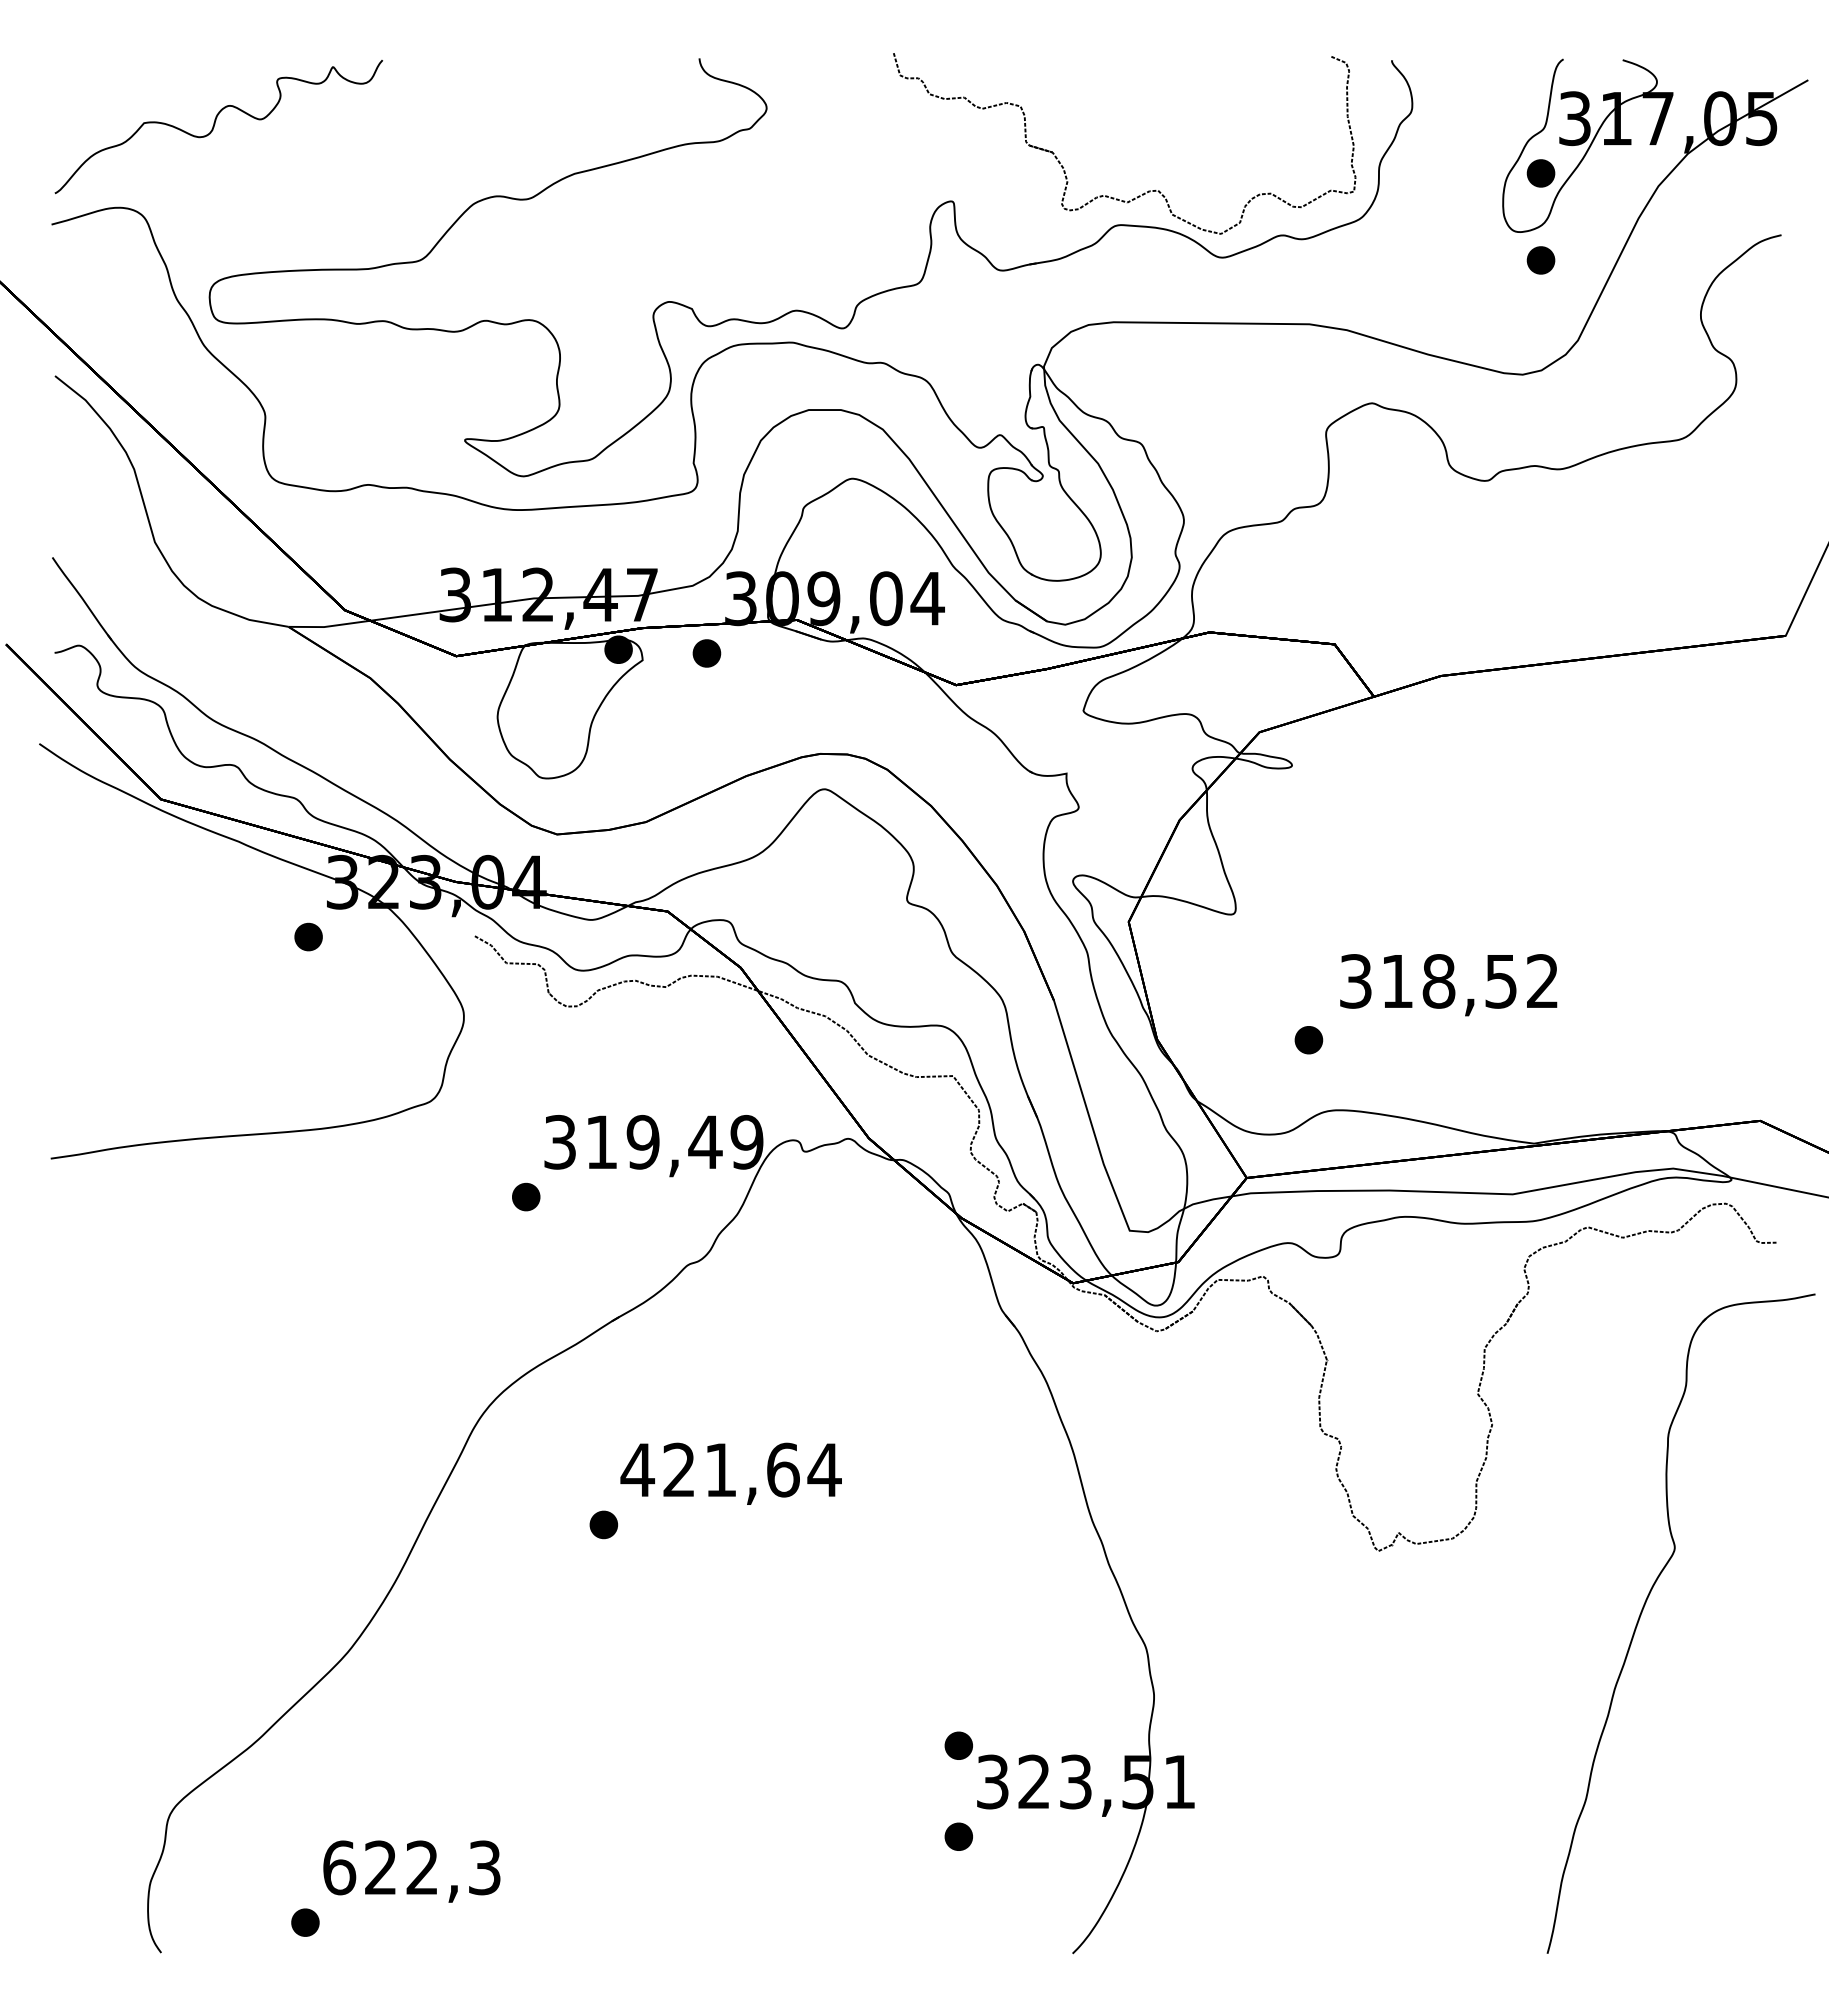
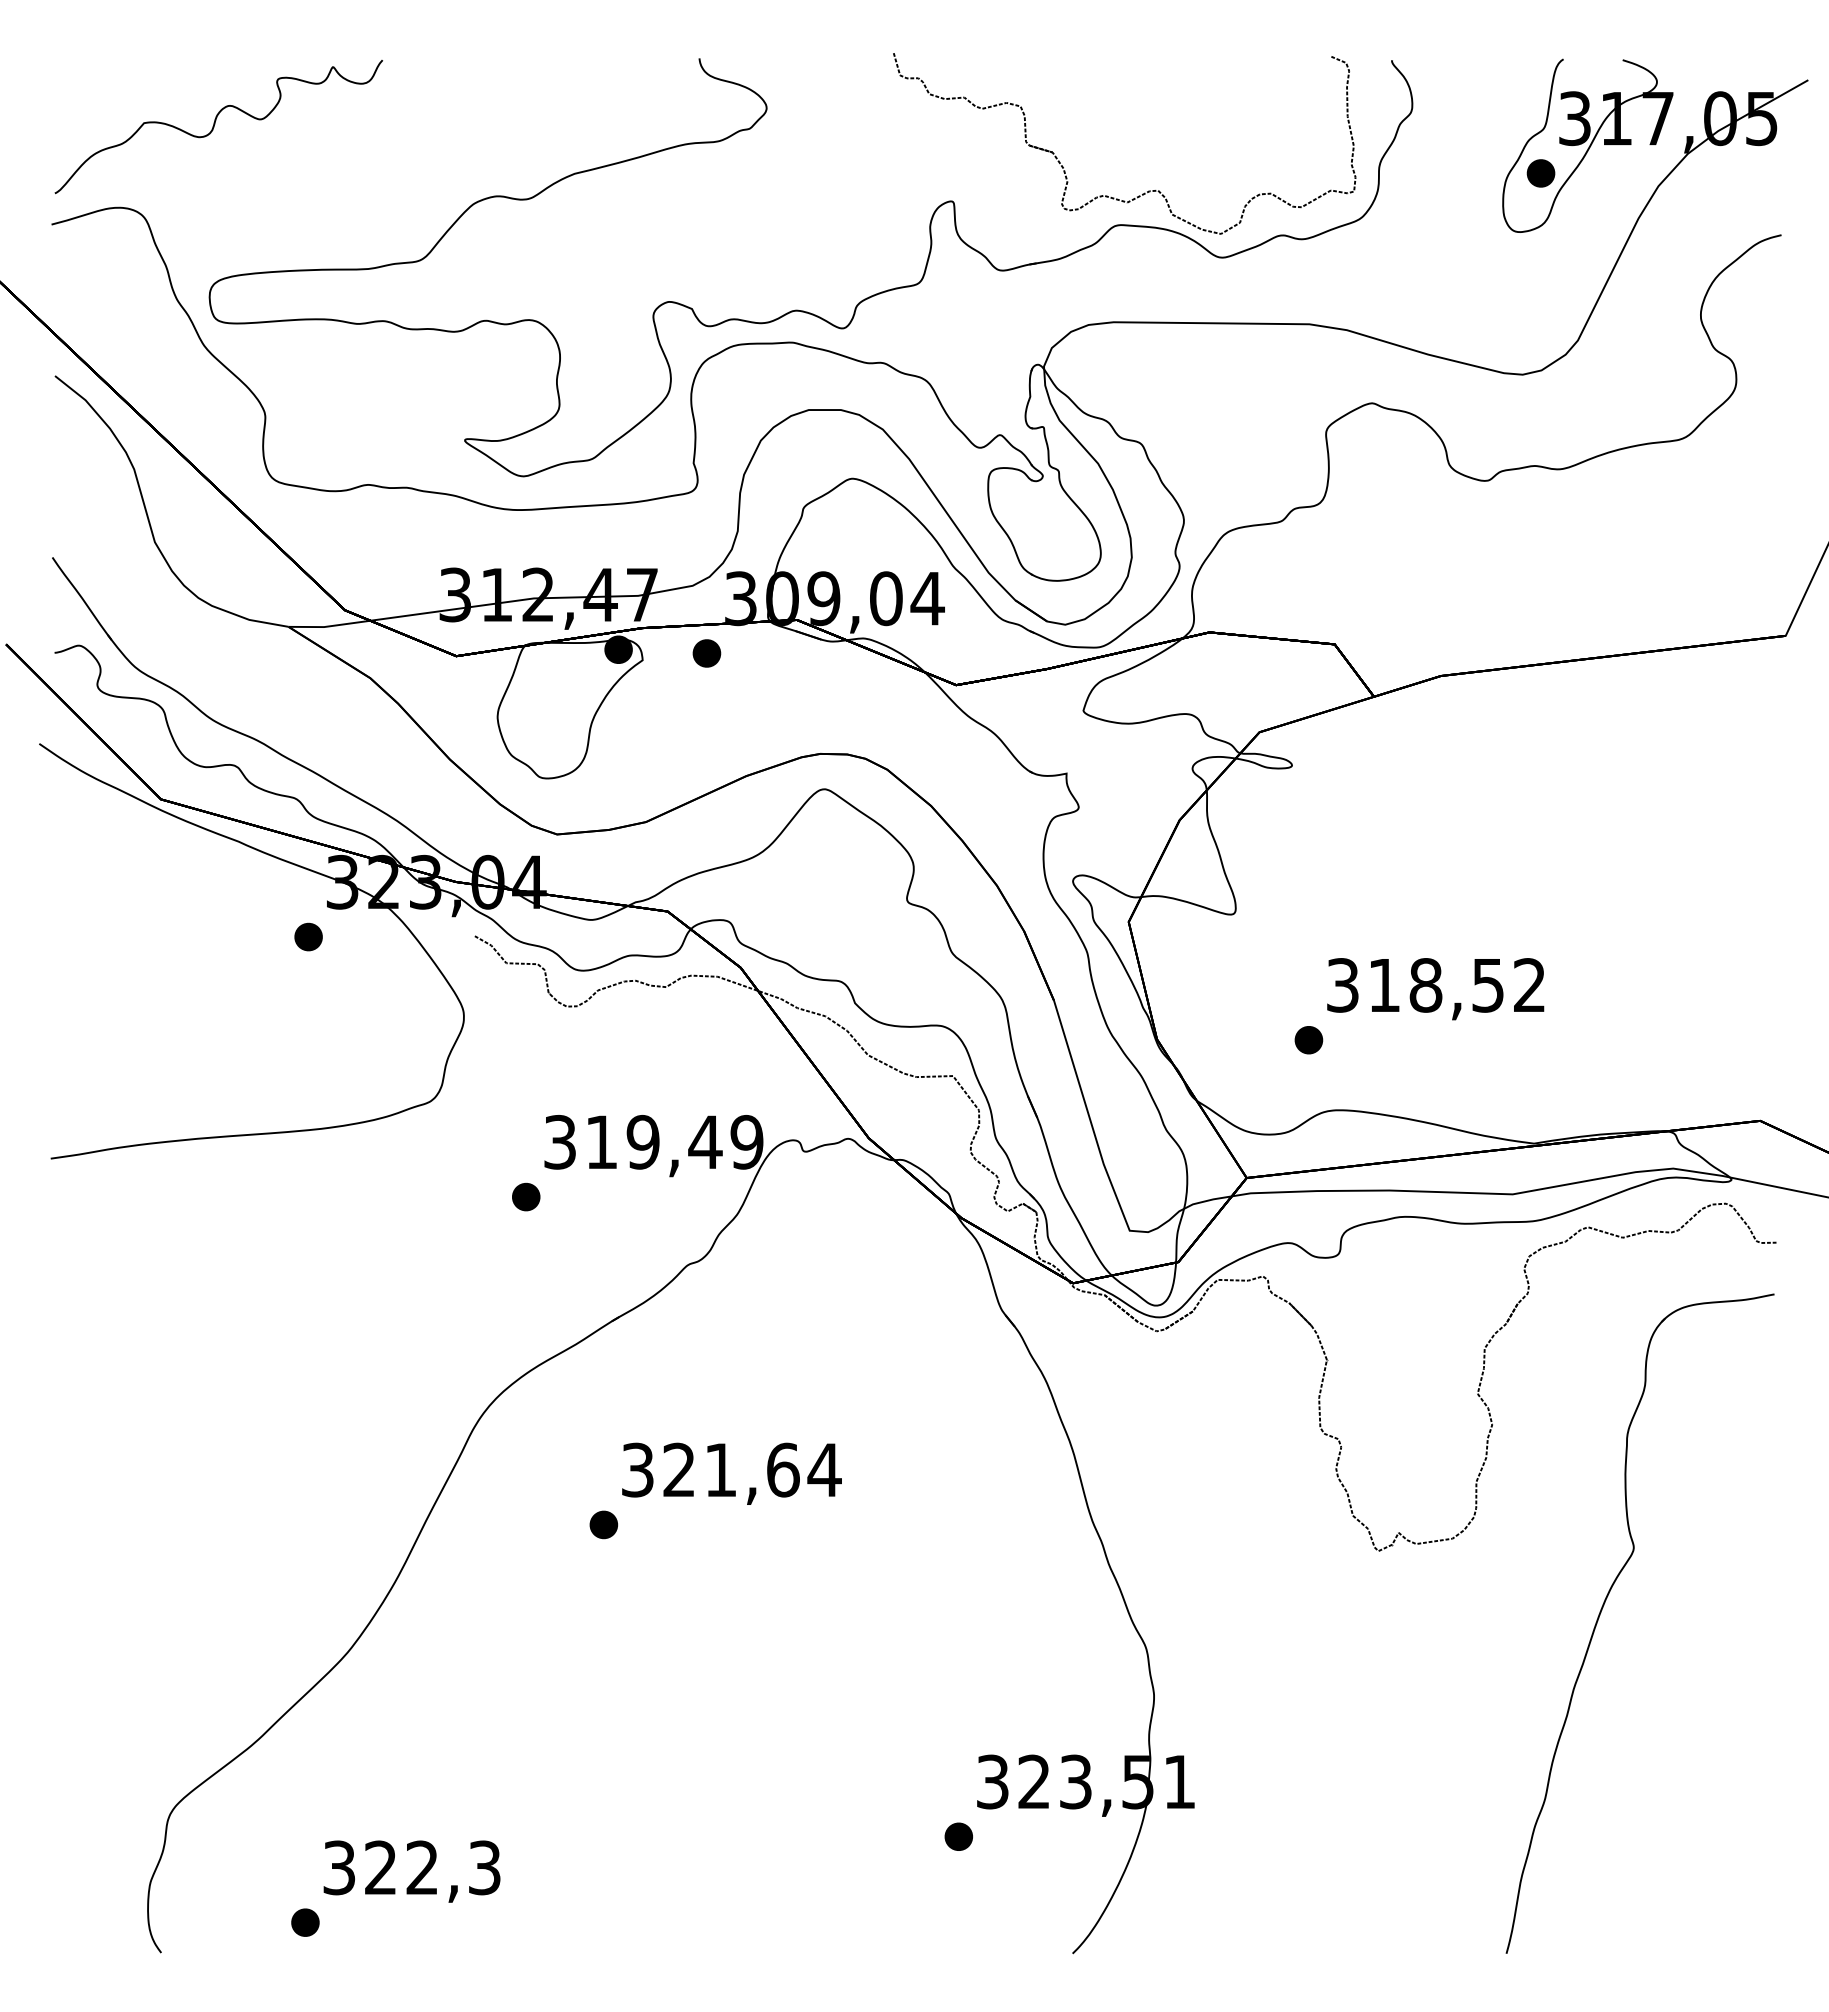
part at (1540, 260): present -> none
text at (1448, 985) position: (1448, 985) -> (1435, 989)
text at (637, 1469): 421,64 -> 321,64
part at (1643, 1610) position: (1643, 1610) -> (1602, 1610)
part at (958, 1745): present -> none
text at (339, 1867): 622,3 -> 322,3
